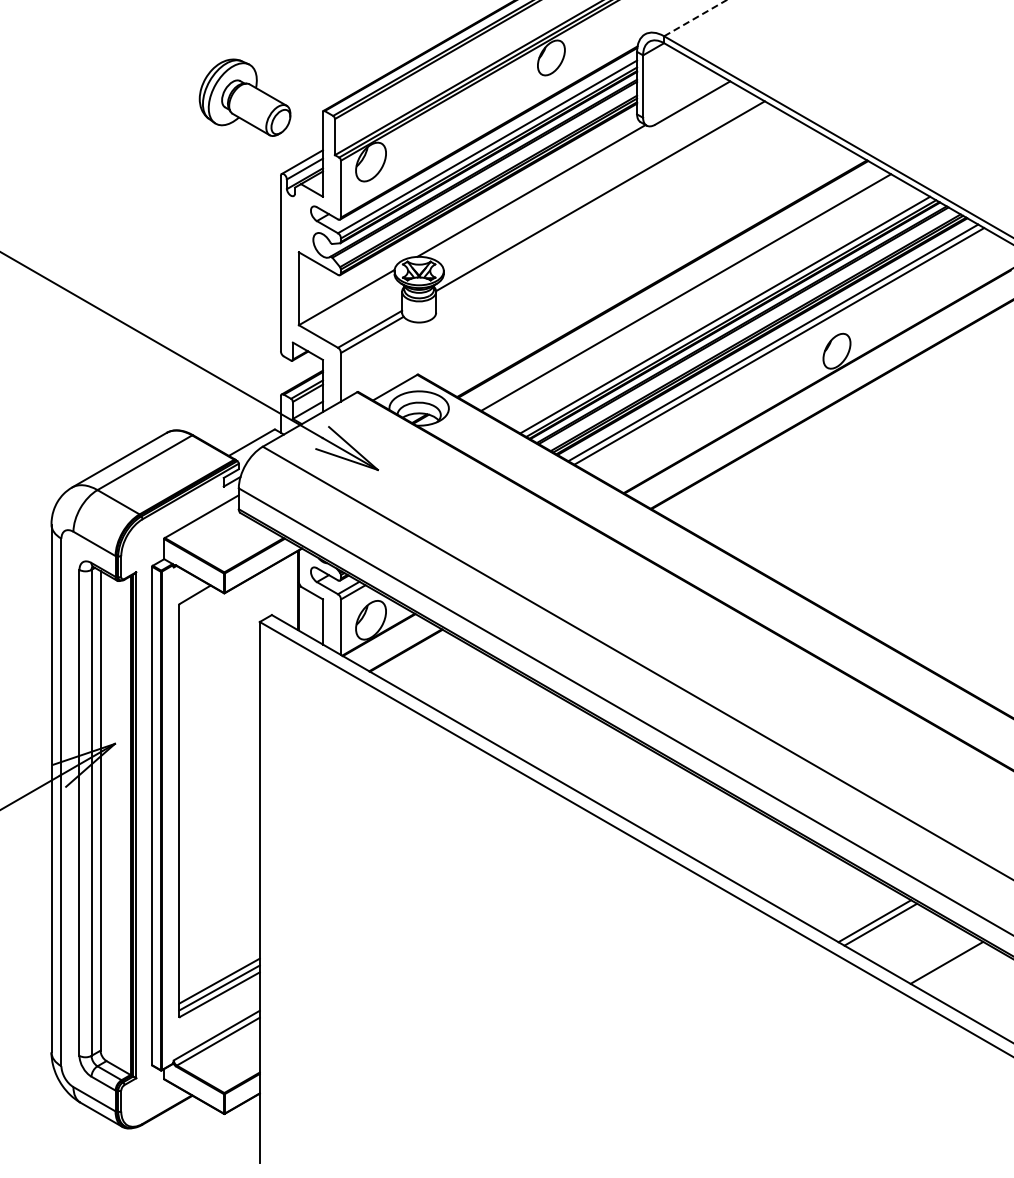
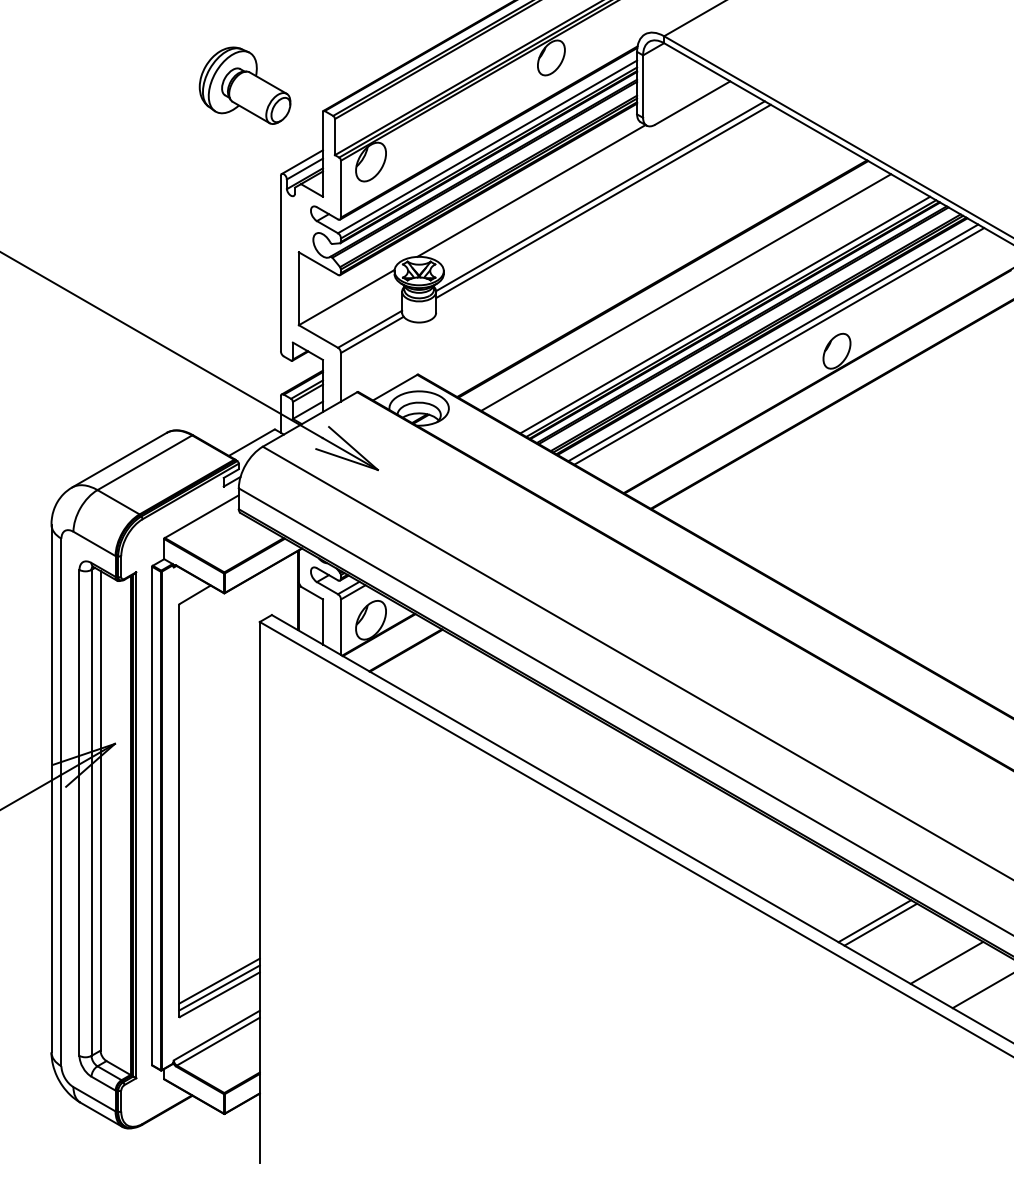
line at (695, 18): dashed -> solid
part at (244, 97) position: (244, 97) -> (244, 85)
line at (603, 201): none -> present
line at (981, 991): none -> present
